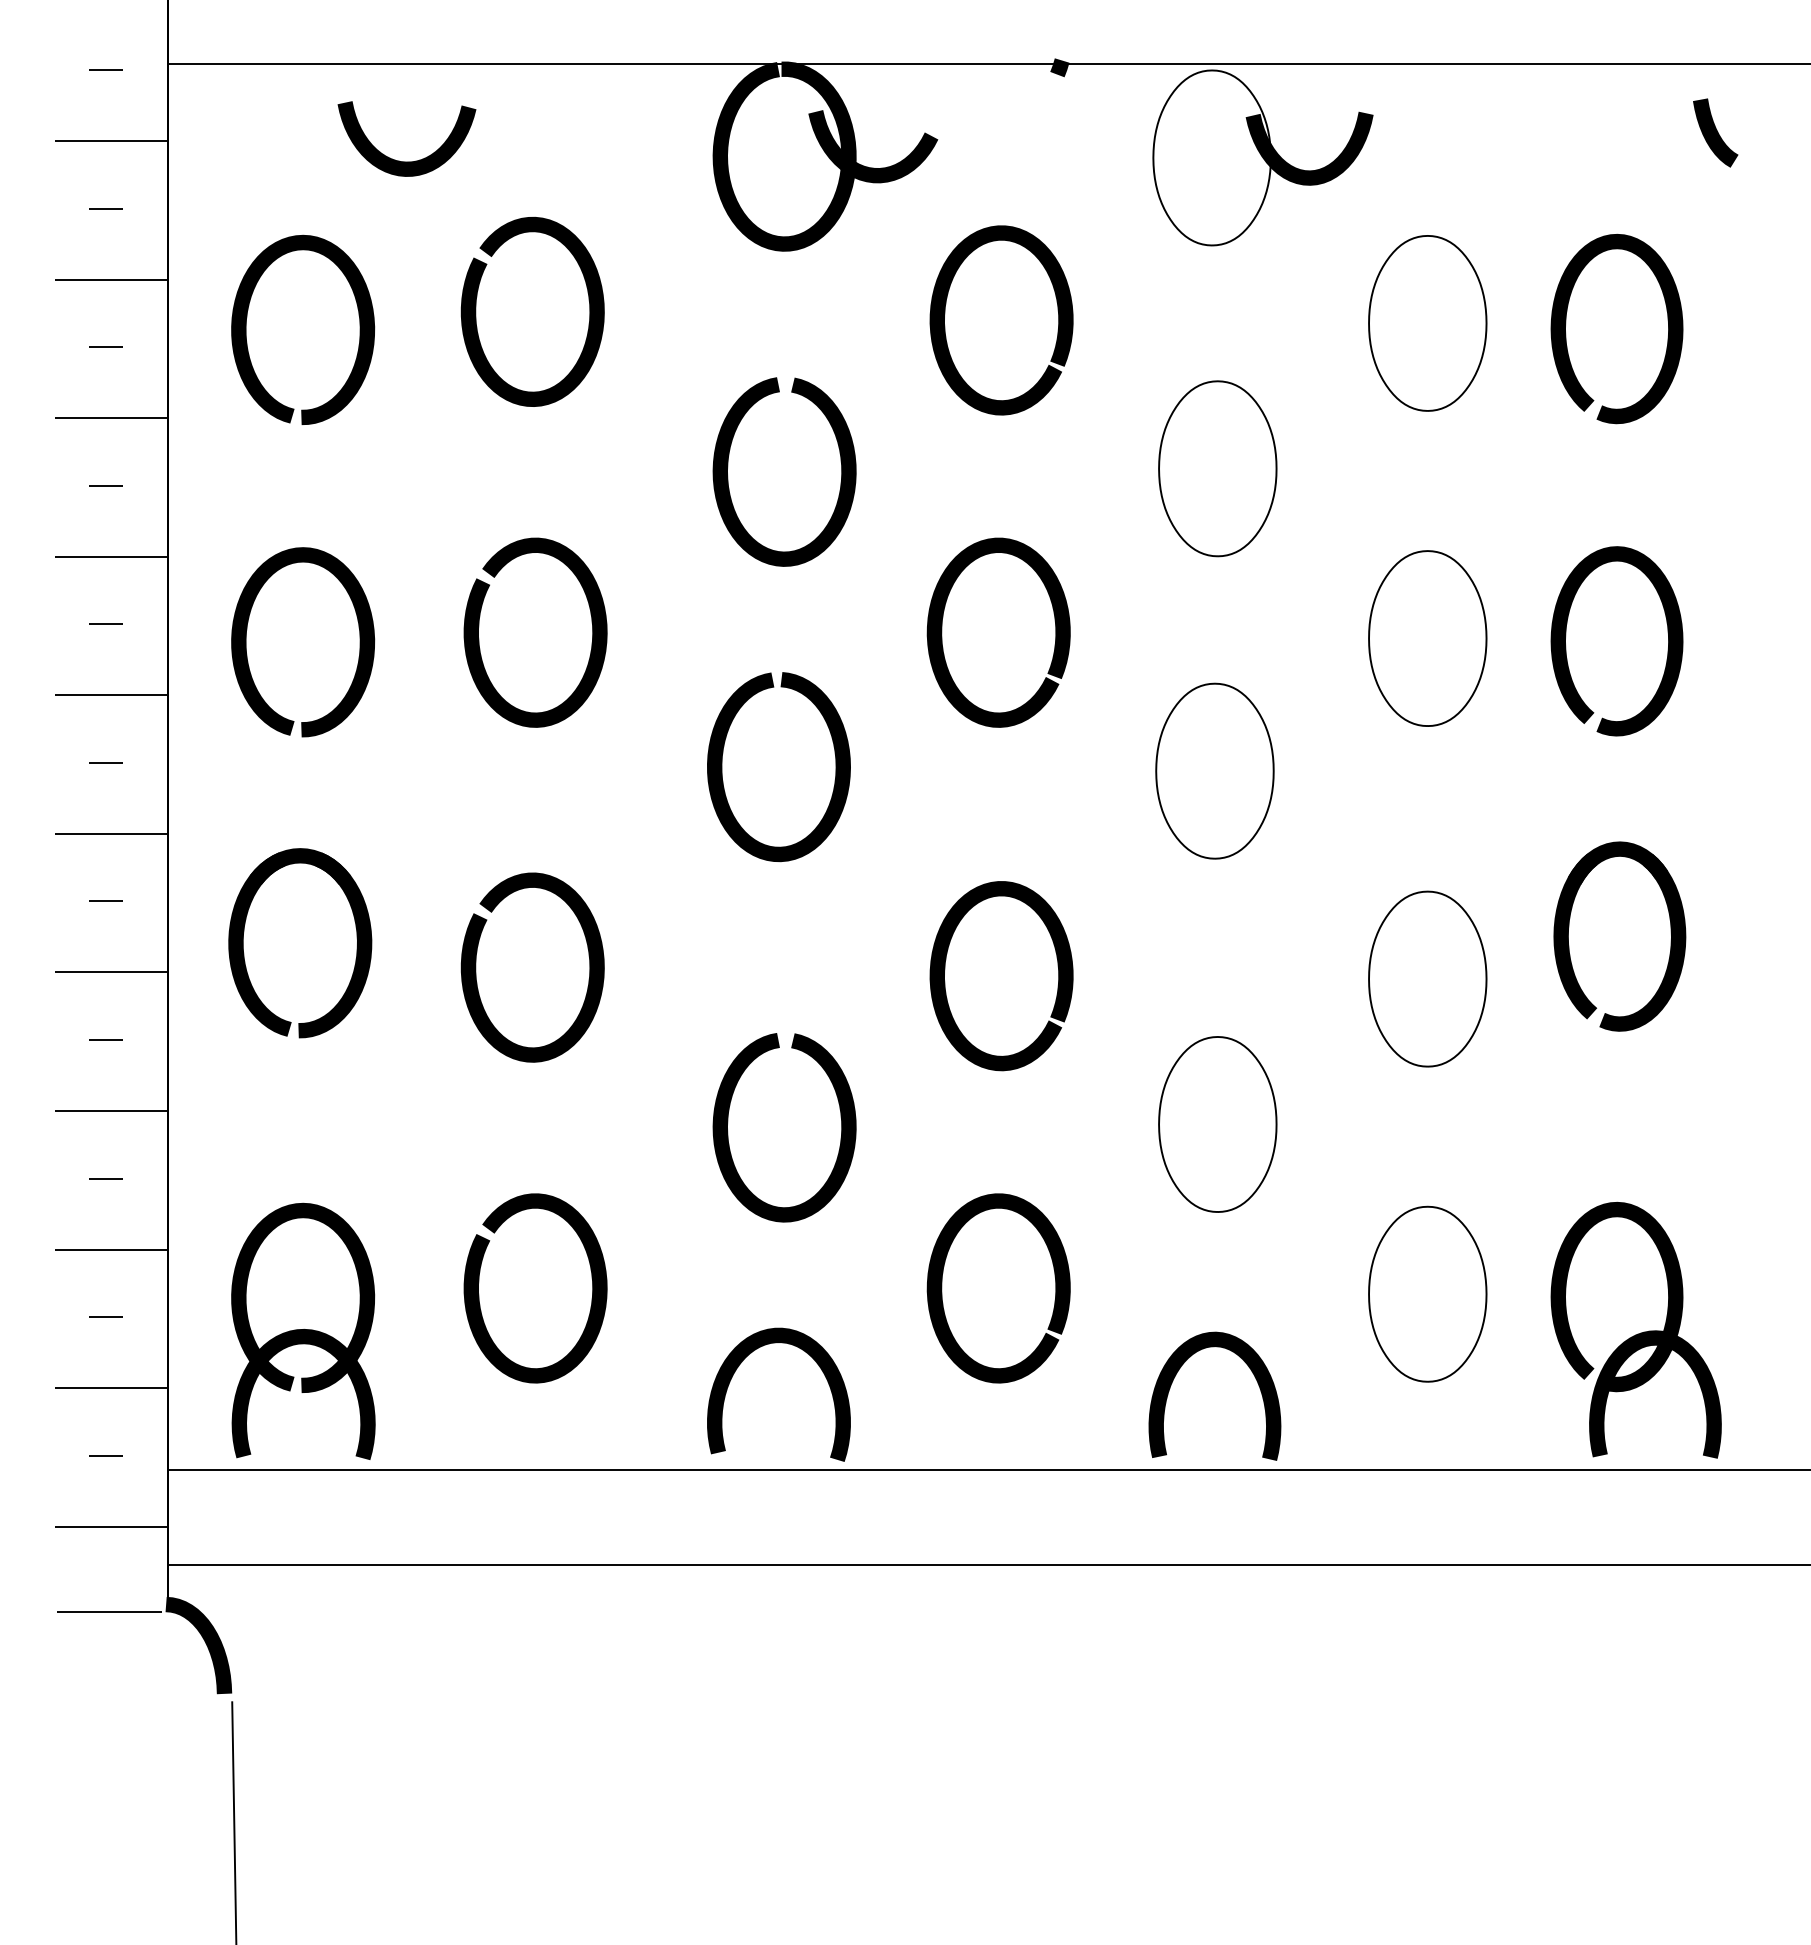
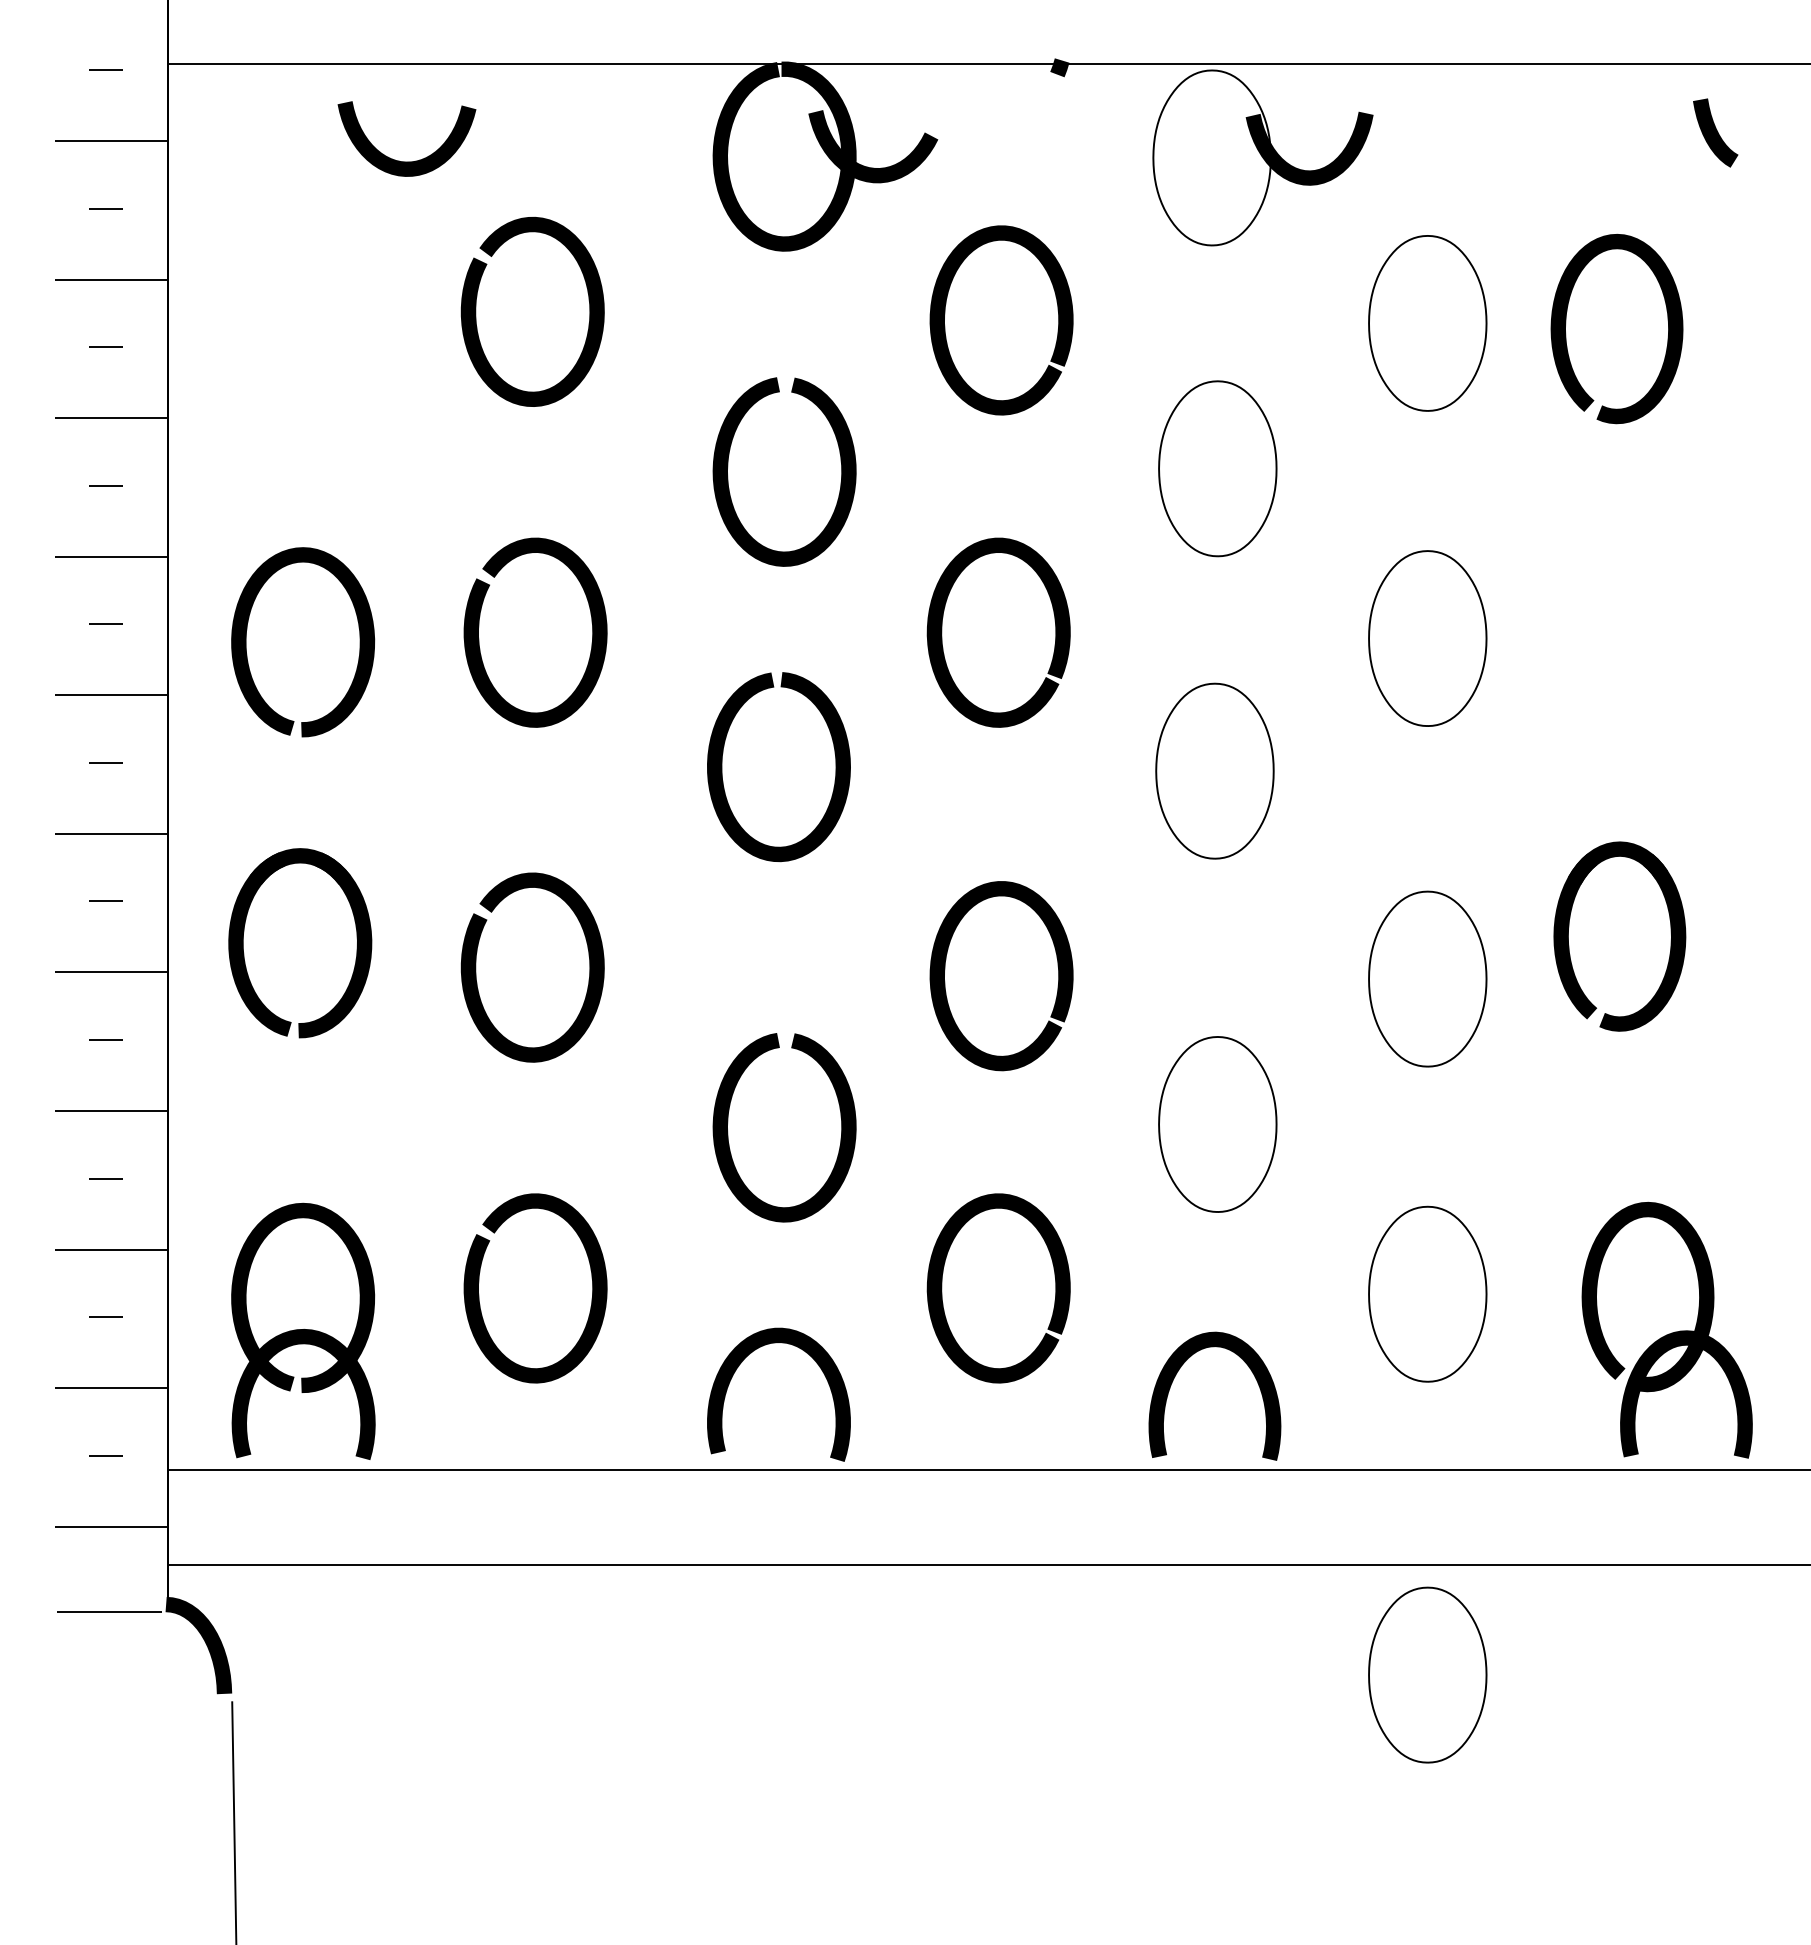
curve at (359, 329): present -> none
curve at (1566, 636): present -> none
part at (1635, 1329) position: (1635, 1329) -> (1666, 1329)
part at (1427, 1674): none -> present
